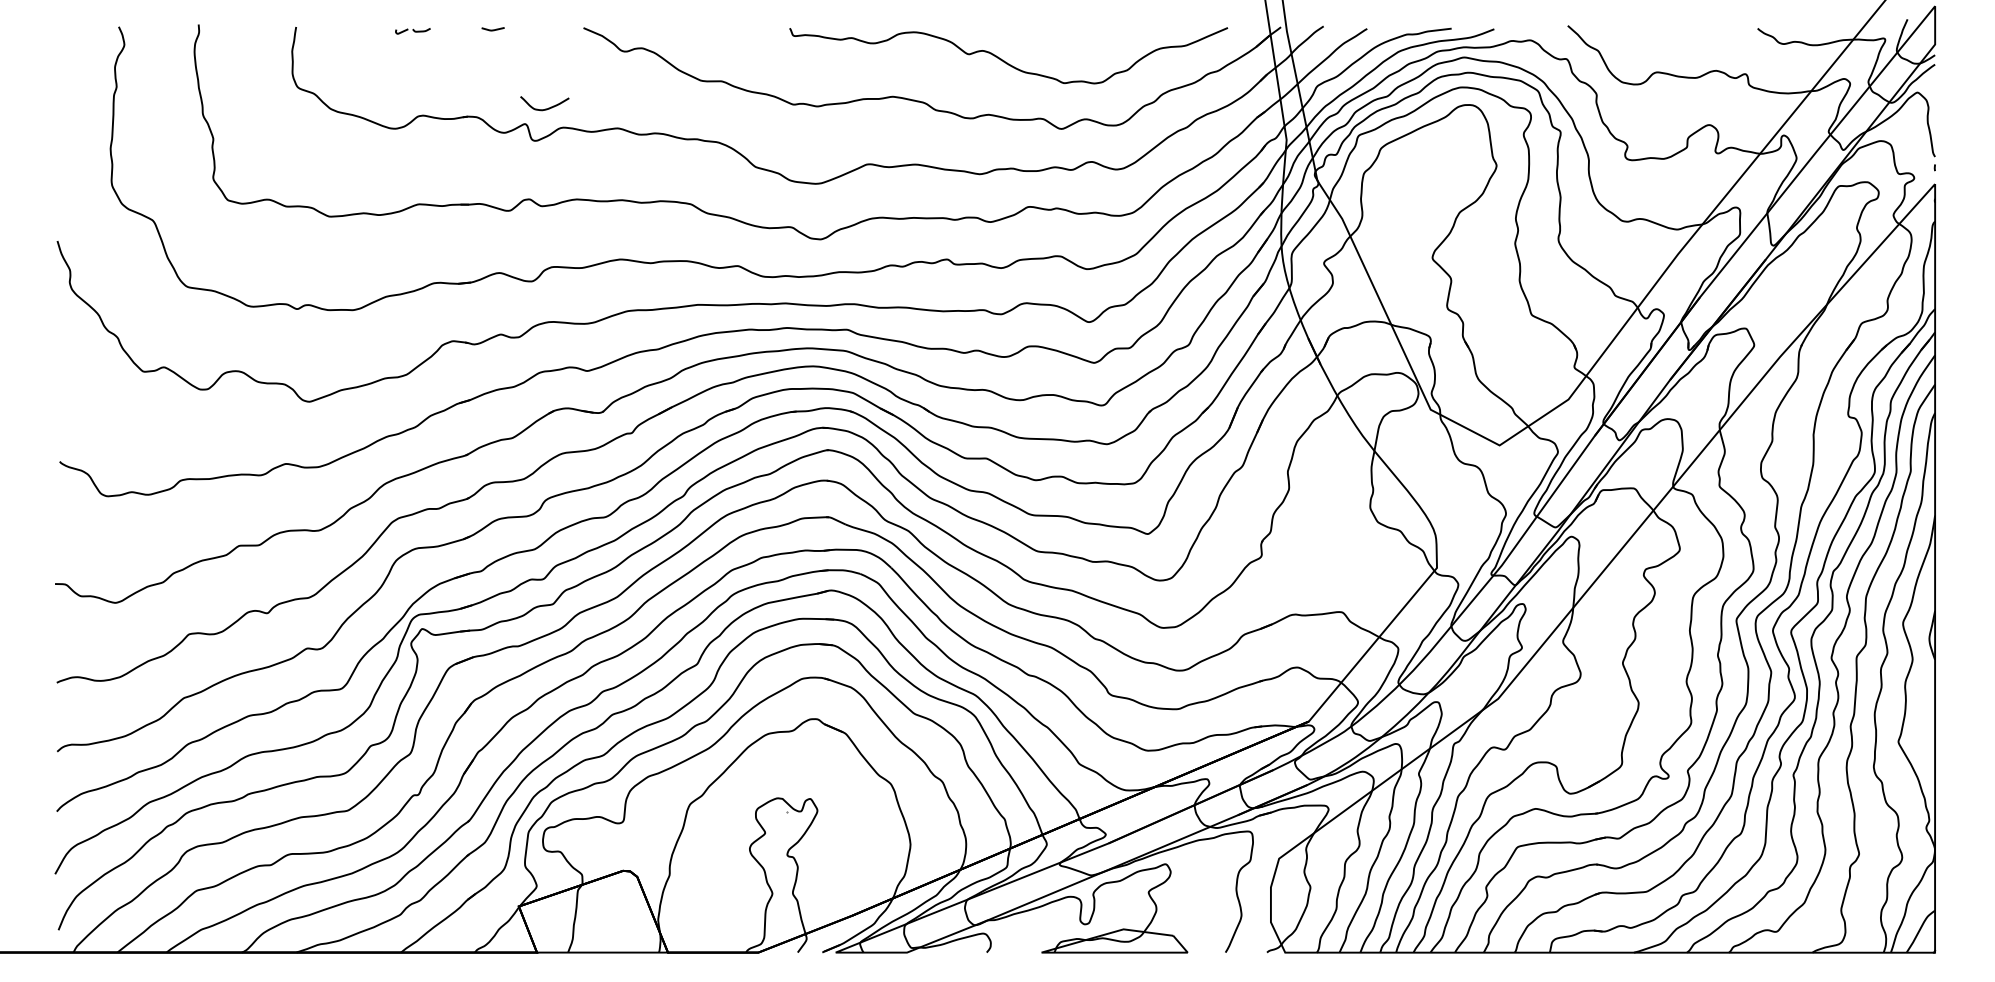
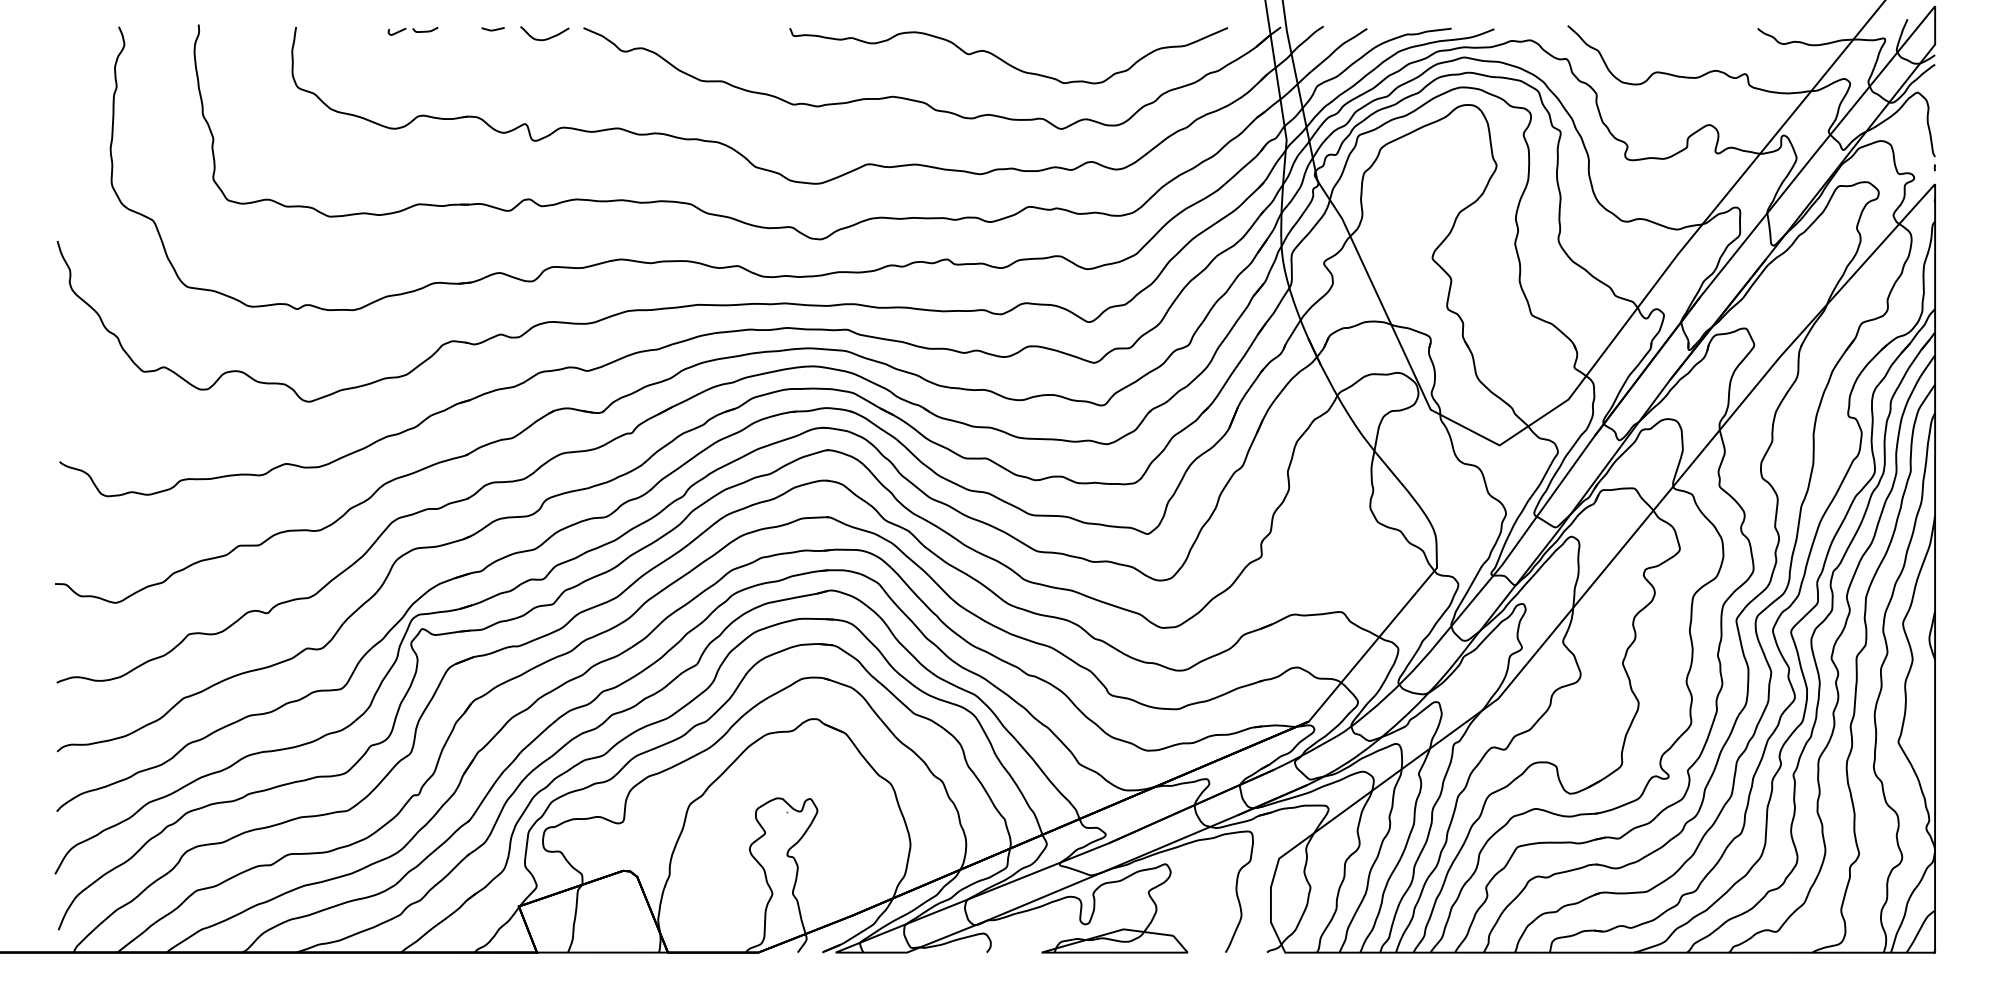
part at (412, 31) size: 36x7 px -> 52x10 px
curve at (545, 108) position: (545, 108) -> (545, 38)
